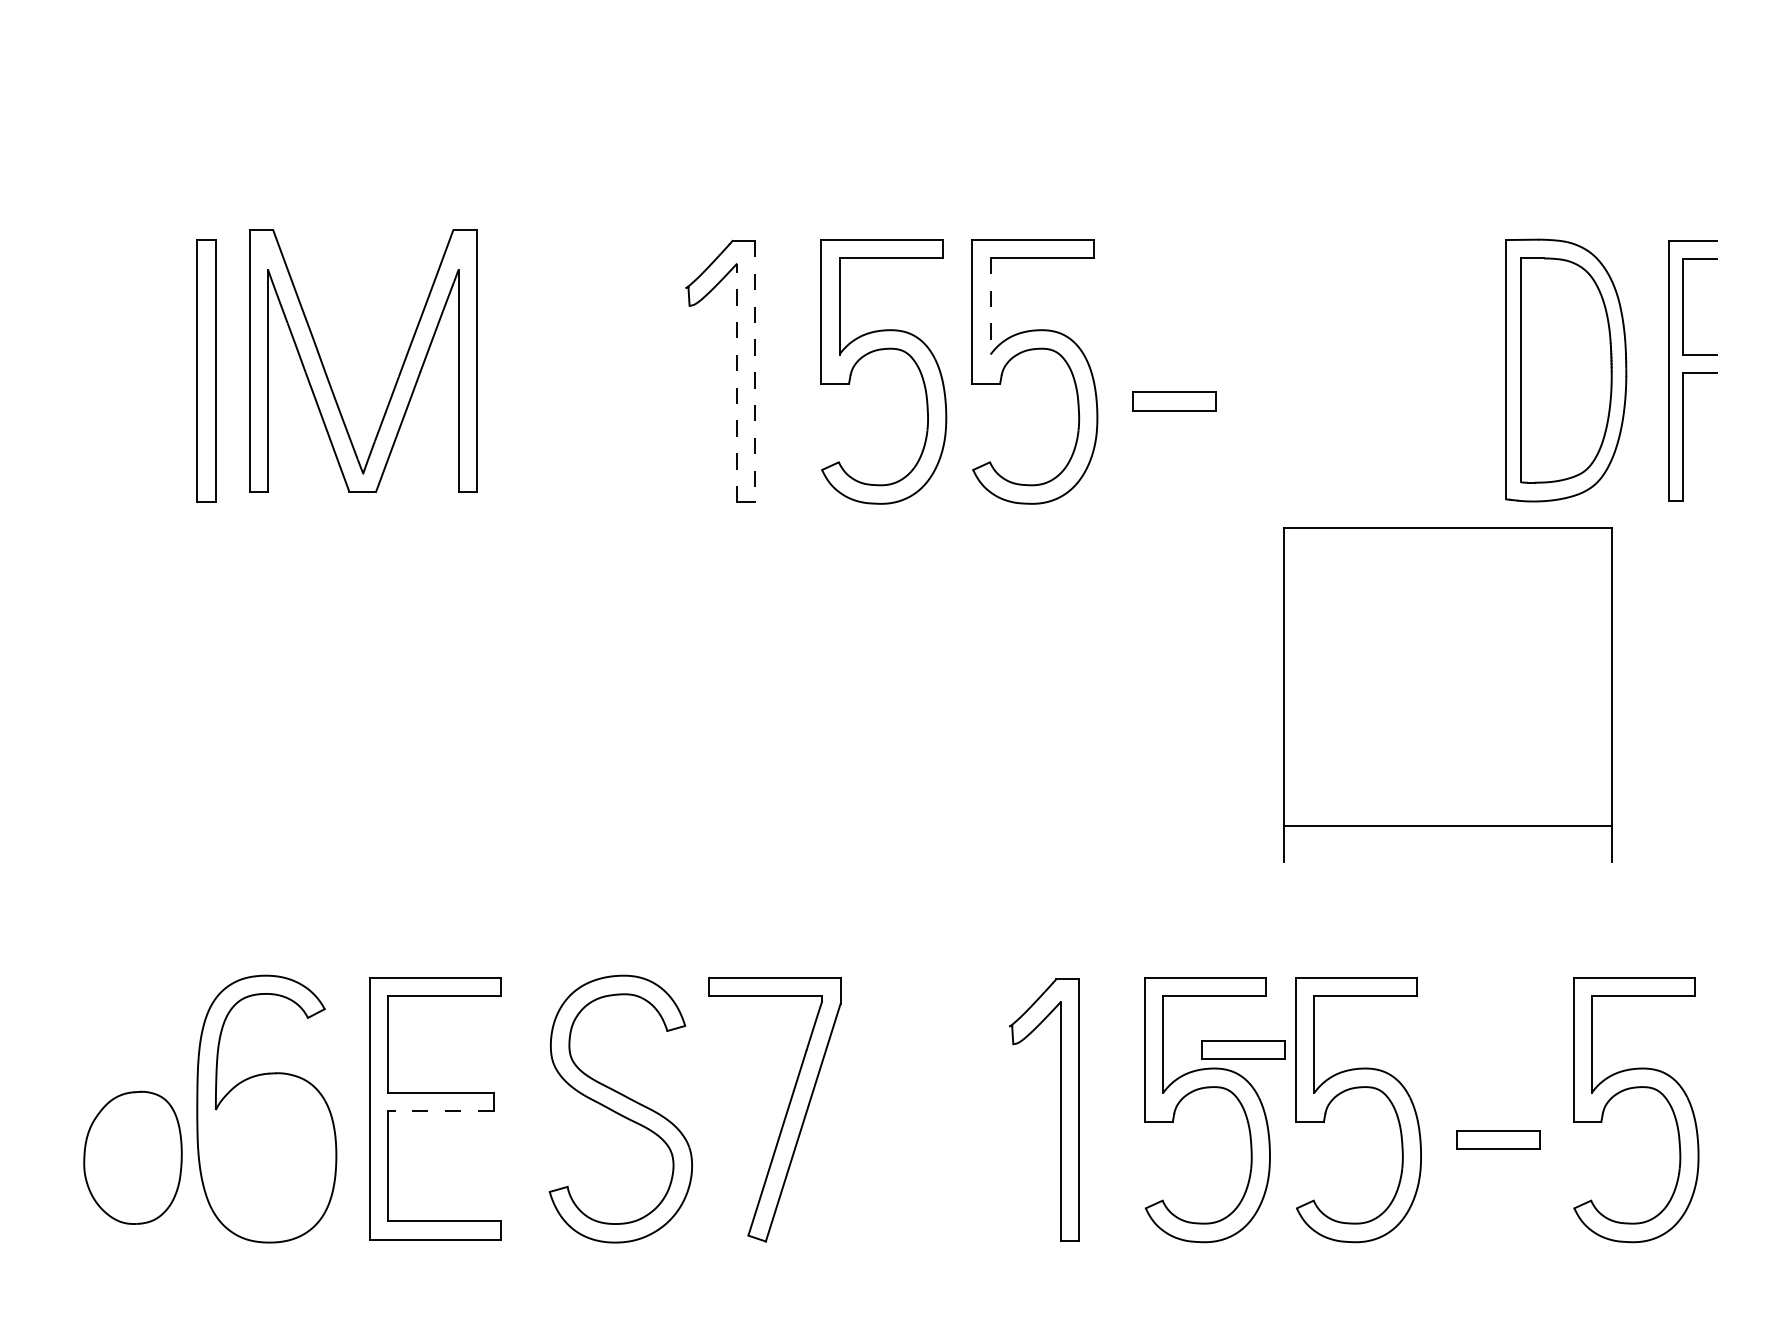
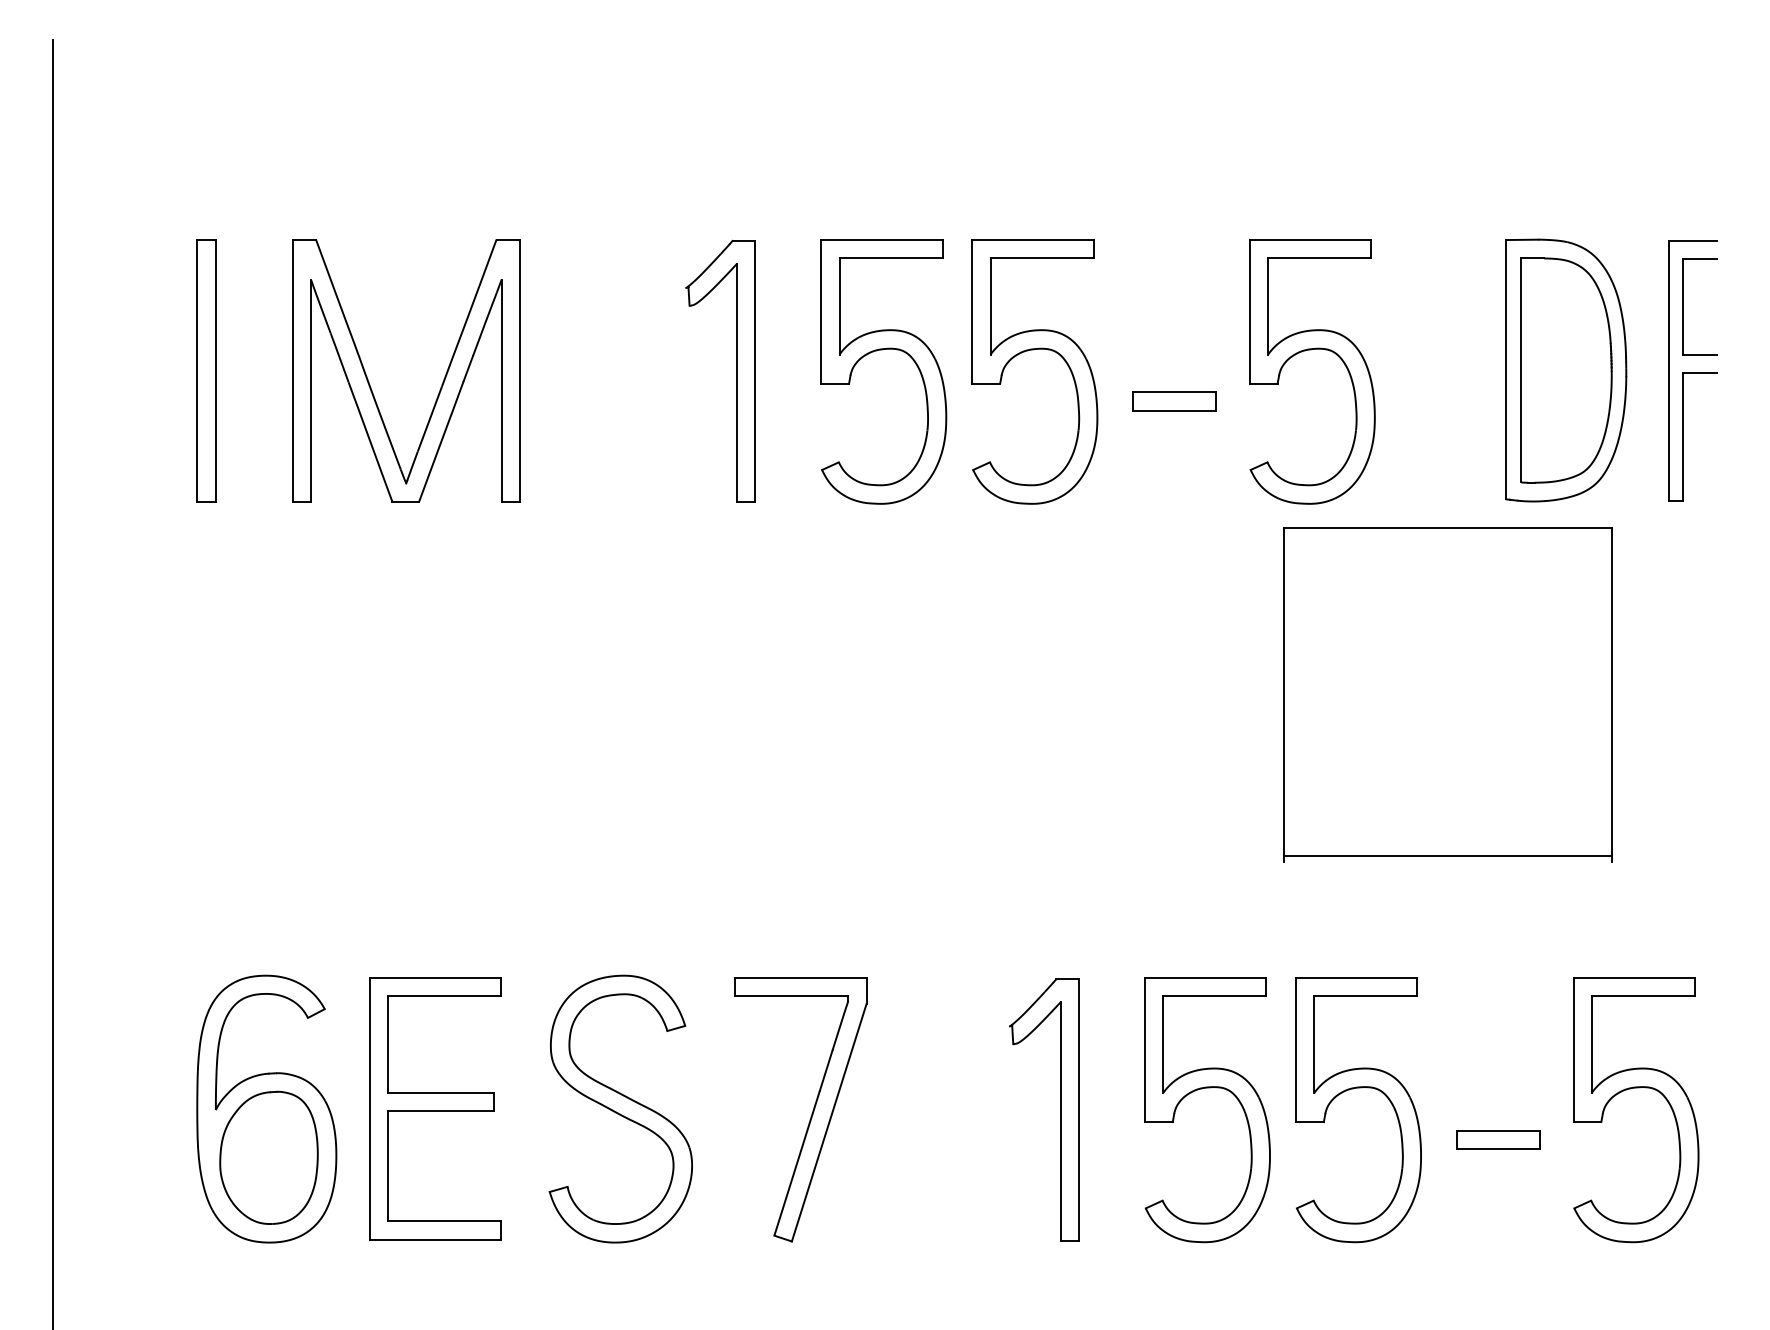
line at (990, 306): dashed -> solid
part at (1311, 350): none -> present
part at (399, 371) position: (399, 371) -> (442, 381)
line at (755, 371): dashed -> solid
line at (737, 382): dashed -> solid
line at (53, 683): none -> present
line at (1447, 825) position: (1447, 825) -> (1447, 855)
part at (1243, 1049): present -> none
line at (441, 1110): dashed -> solid
part at (785, 1113) position: (785, 1113) -> (811, 1113)
part at (132, 1157) position: (132, 1157) -> (268, 1157)
